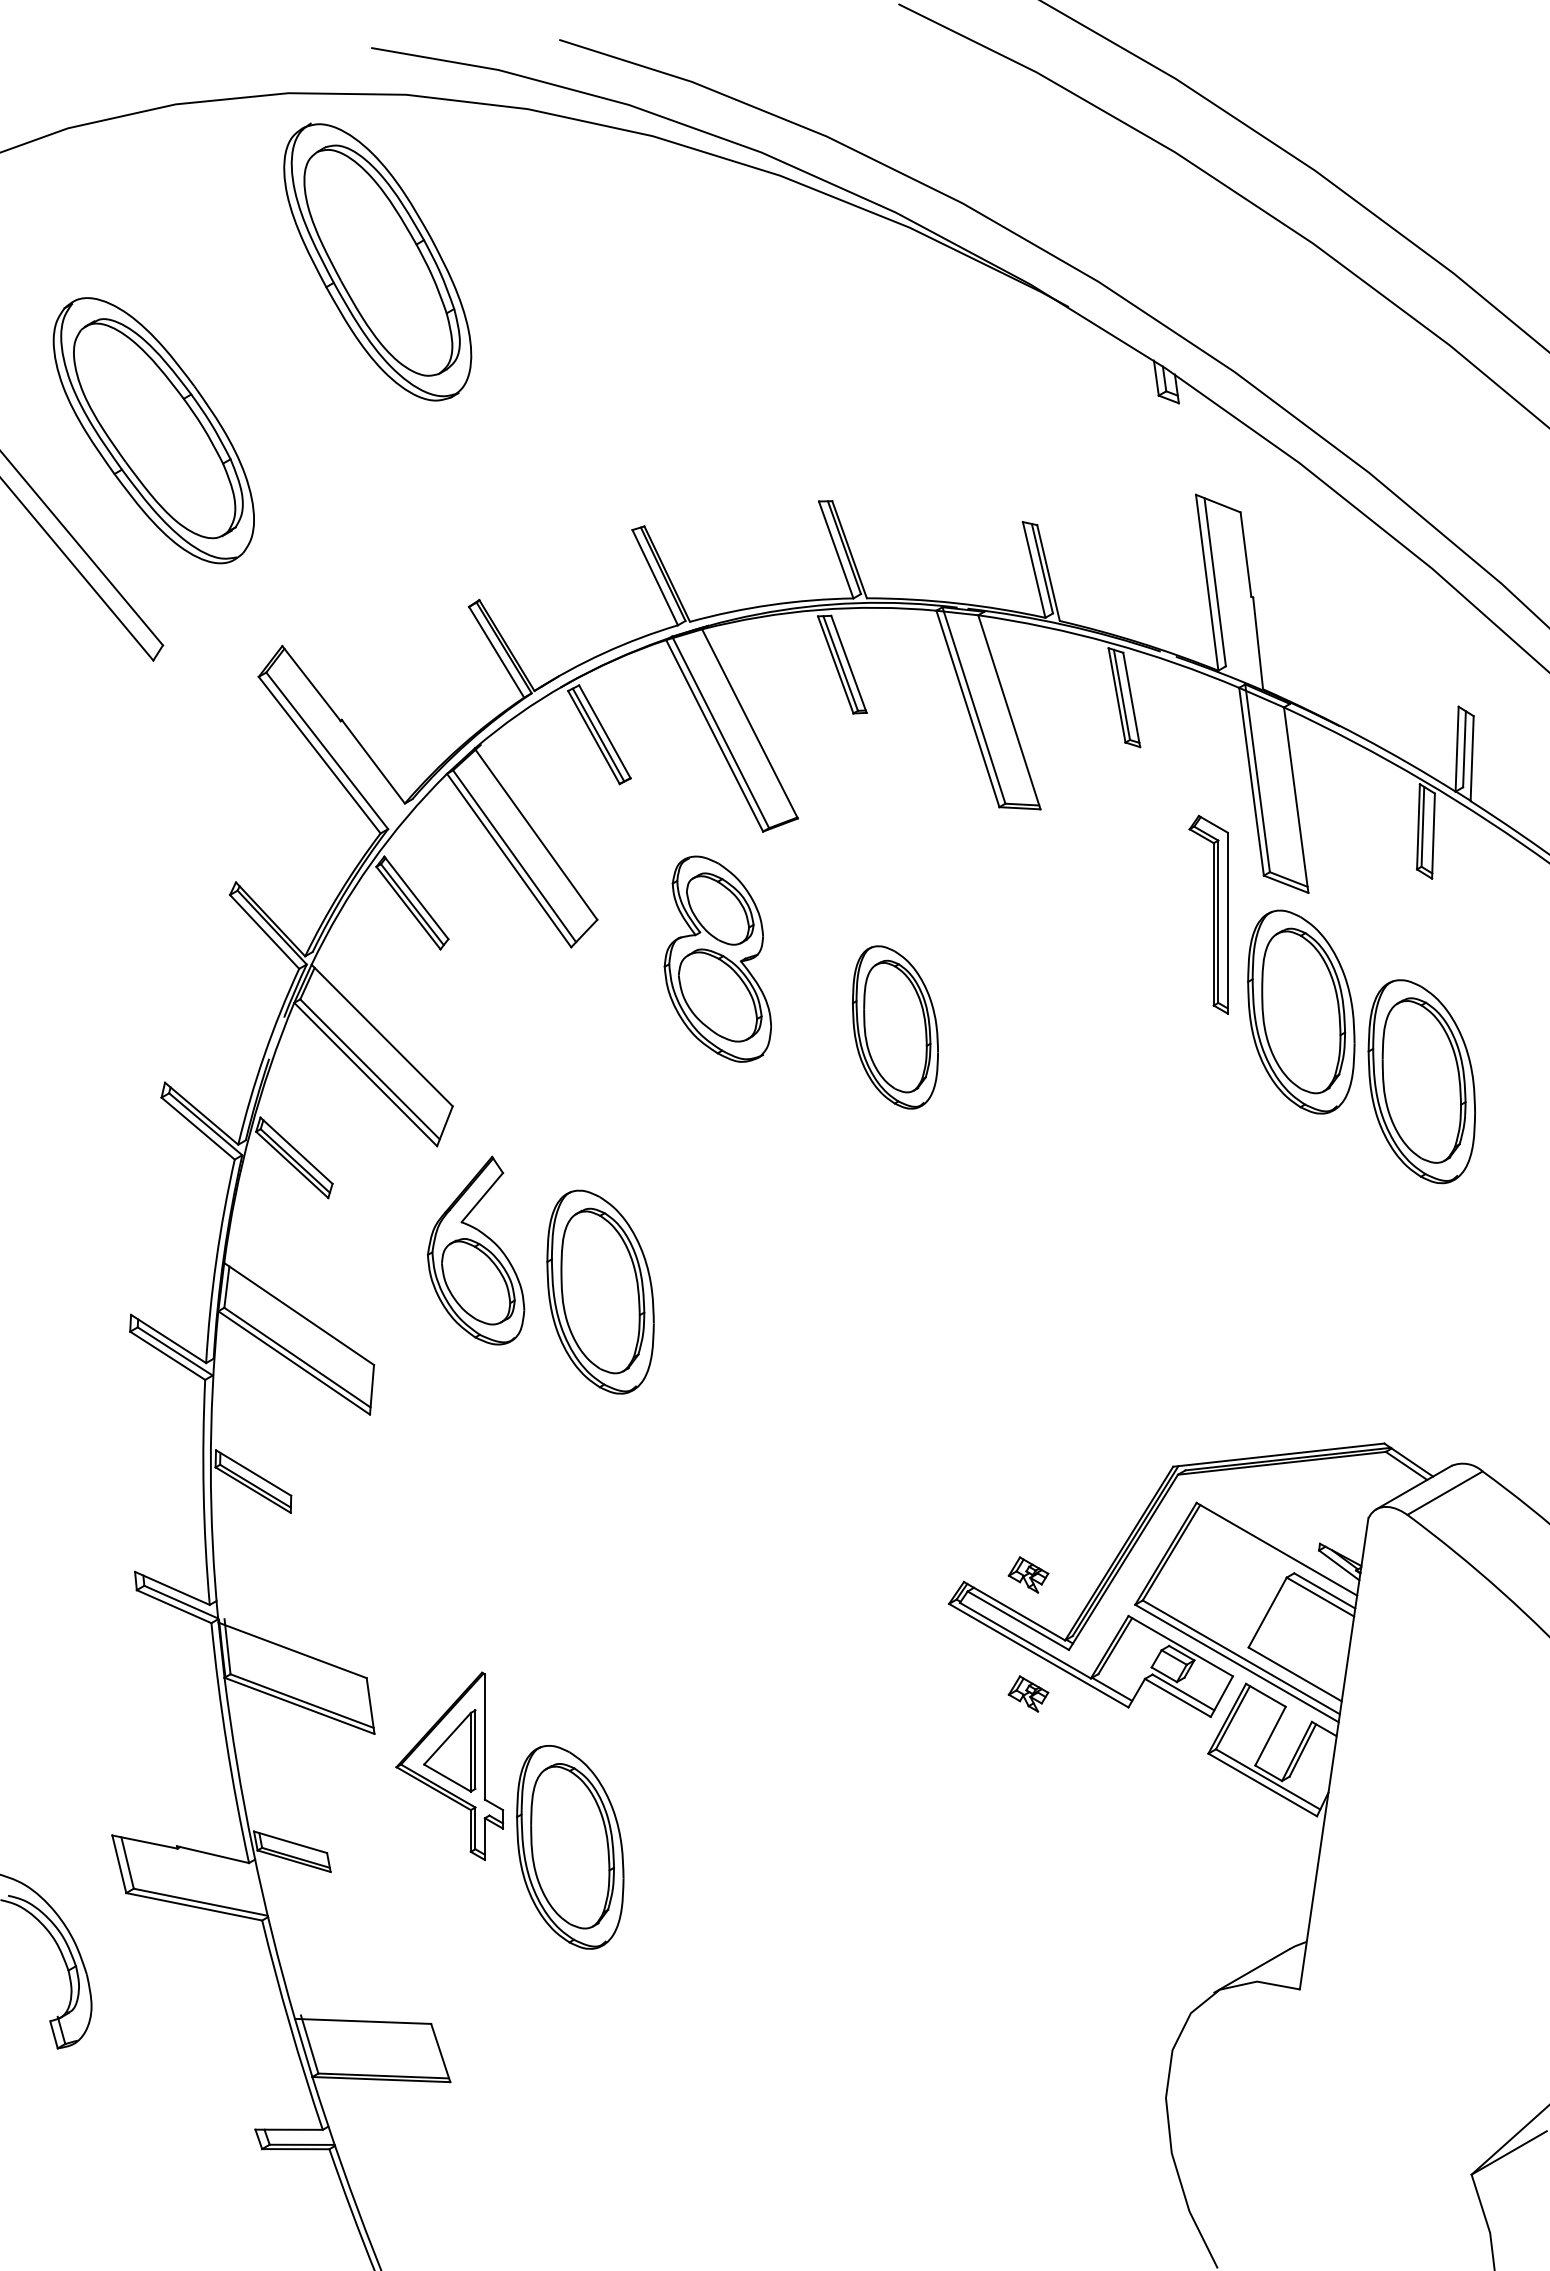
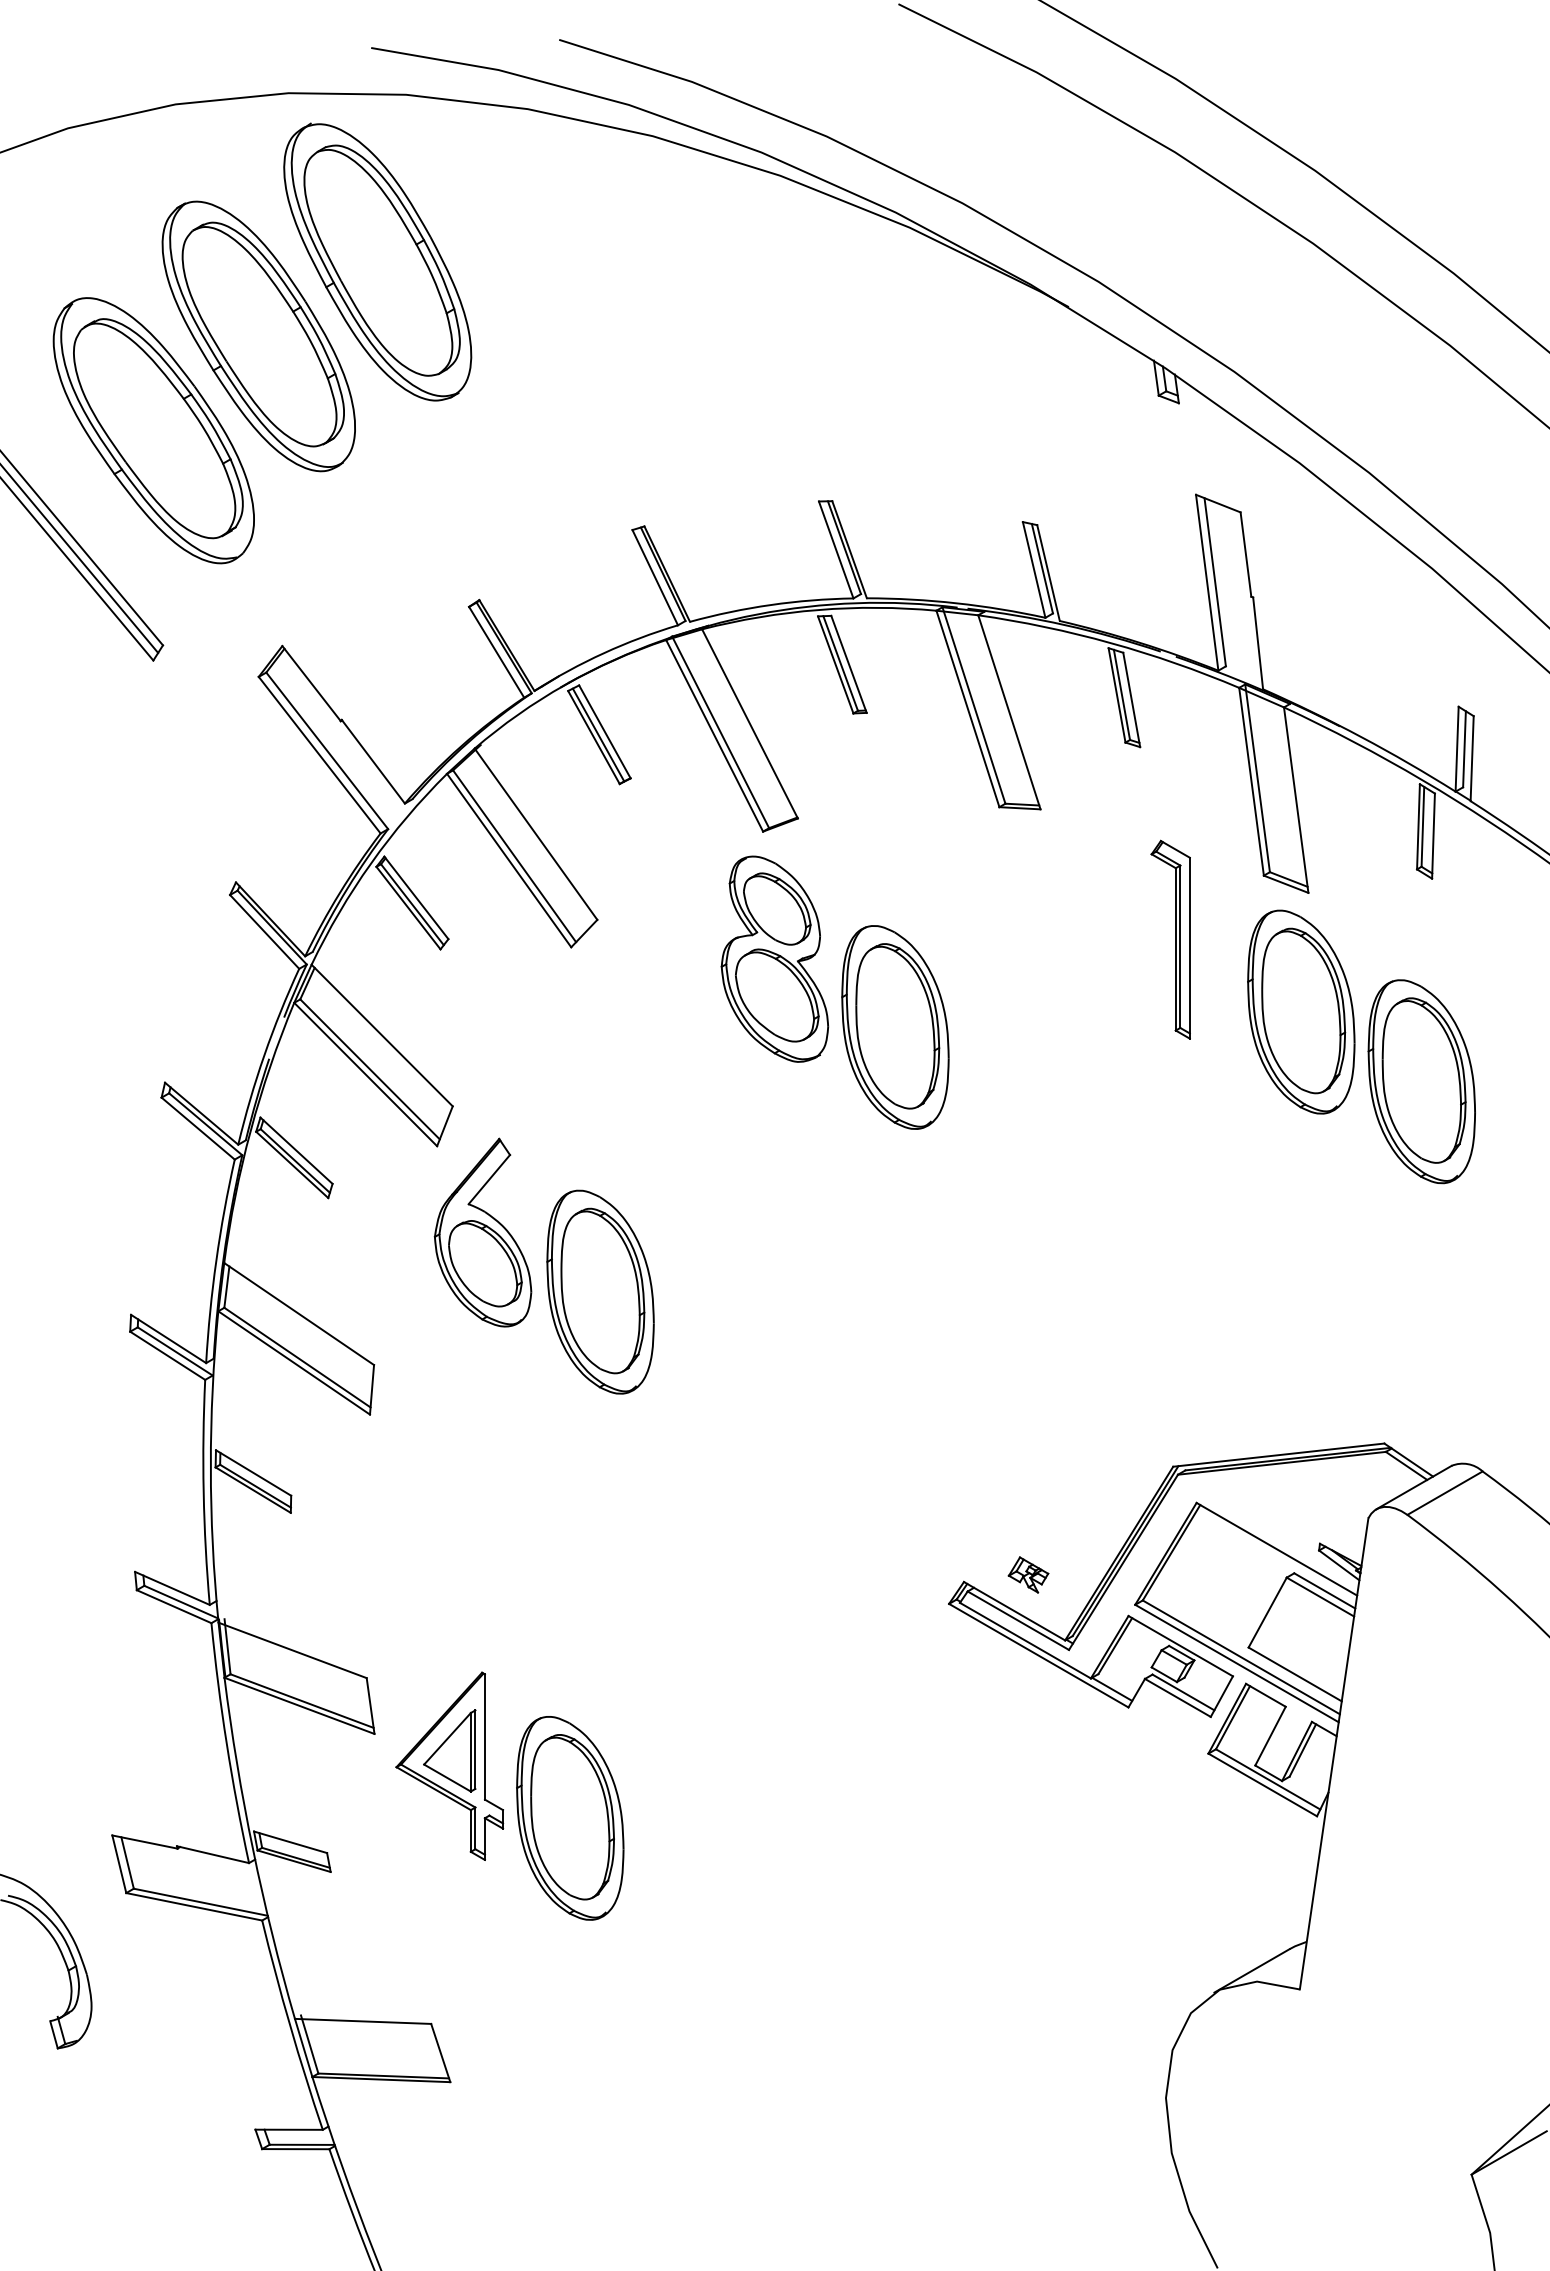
part at (258, 336): none -> present
line at (80, 559): none -> present
part at (1208, 914) position: (1208, 914) -> (1170, 939)
part at (717, 958) position: (717, 958) -> (774, 958)
part at (894, 1027) size: 88x165 px -> 109x205 px
part at (475, 1250) position: (475, 1250) -> (482, 1232)
part at (1028, 1693): present -> none
part at (570, 1847) position: (570, 1847) -> (570, 1818)
